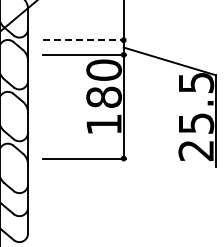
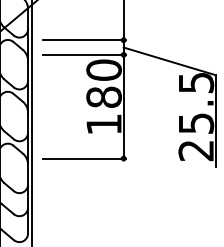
line at (85, 40): dashed -> solid
line at (31, 122): none -> present
